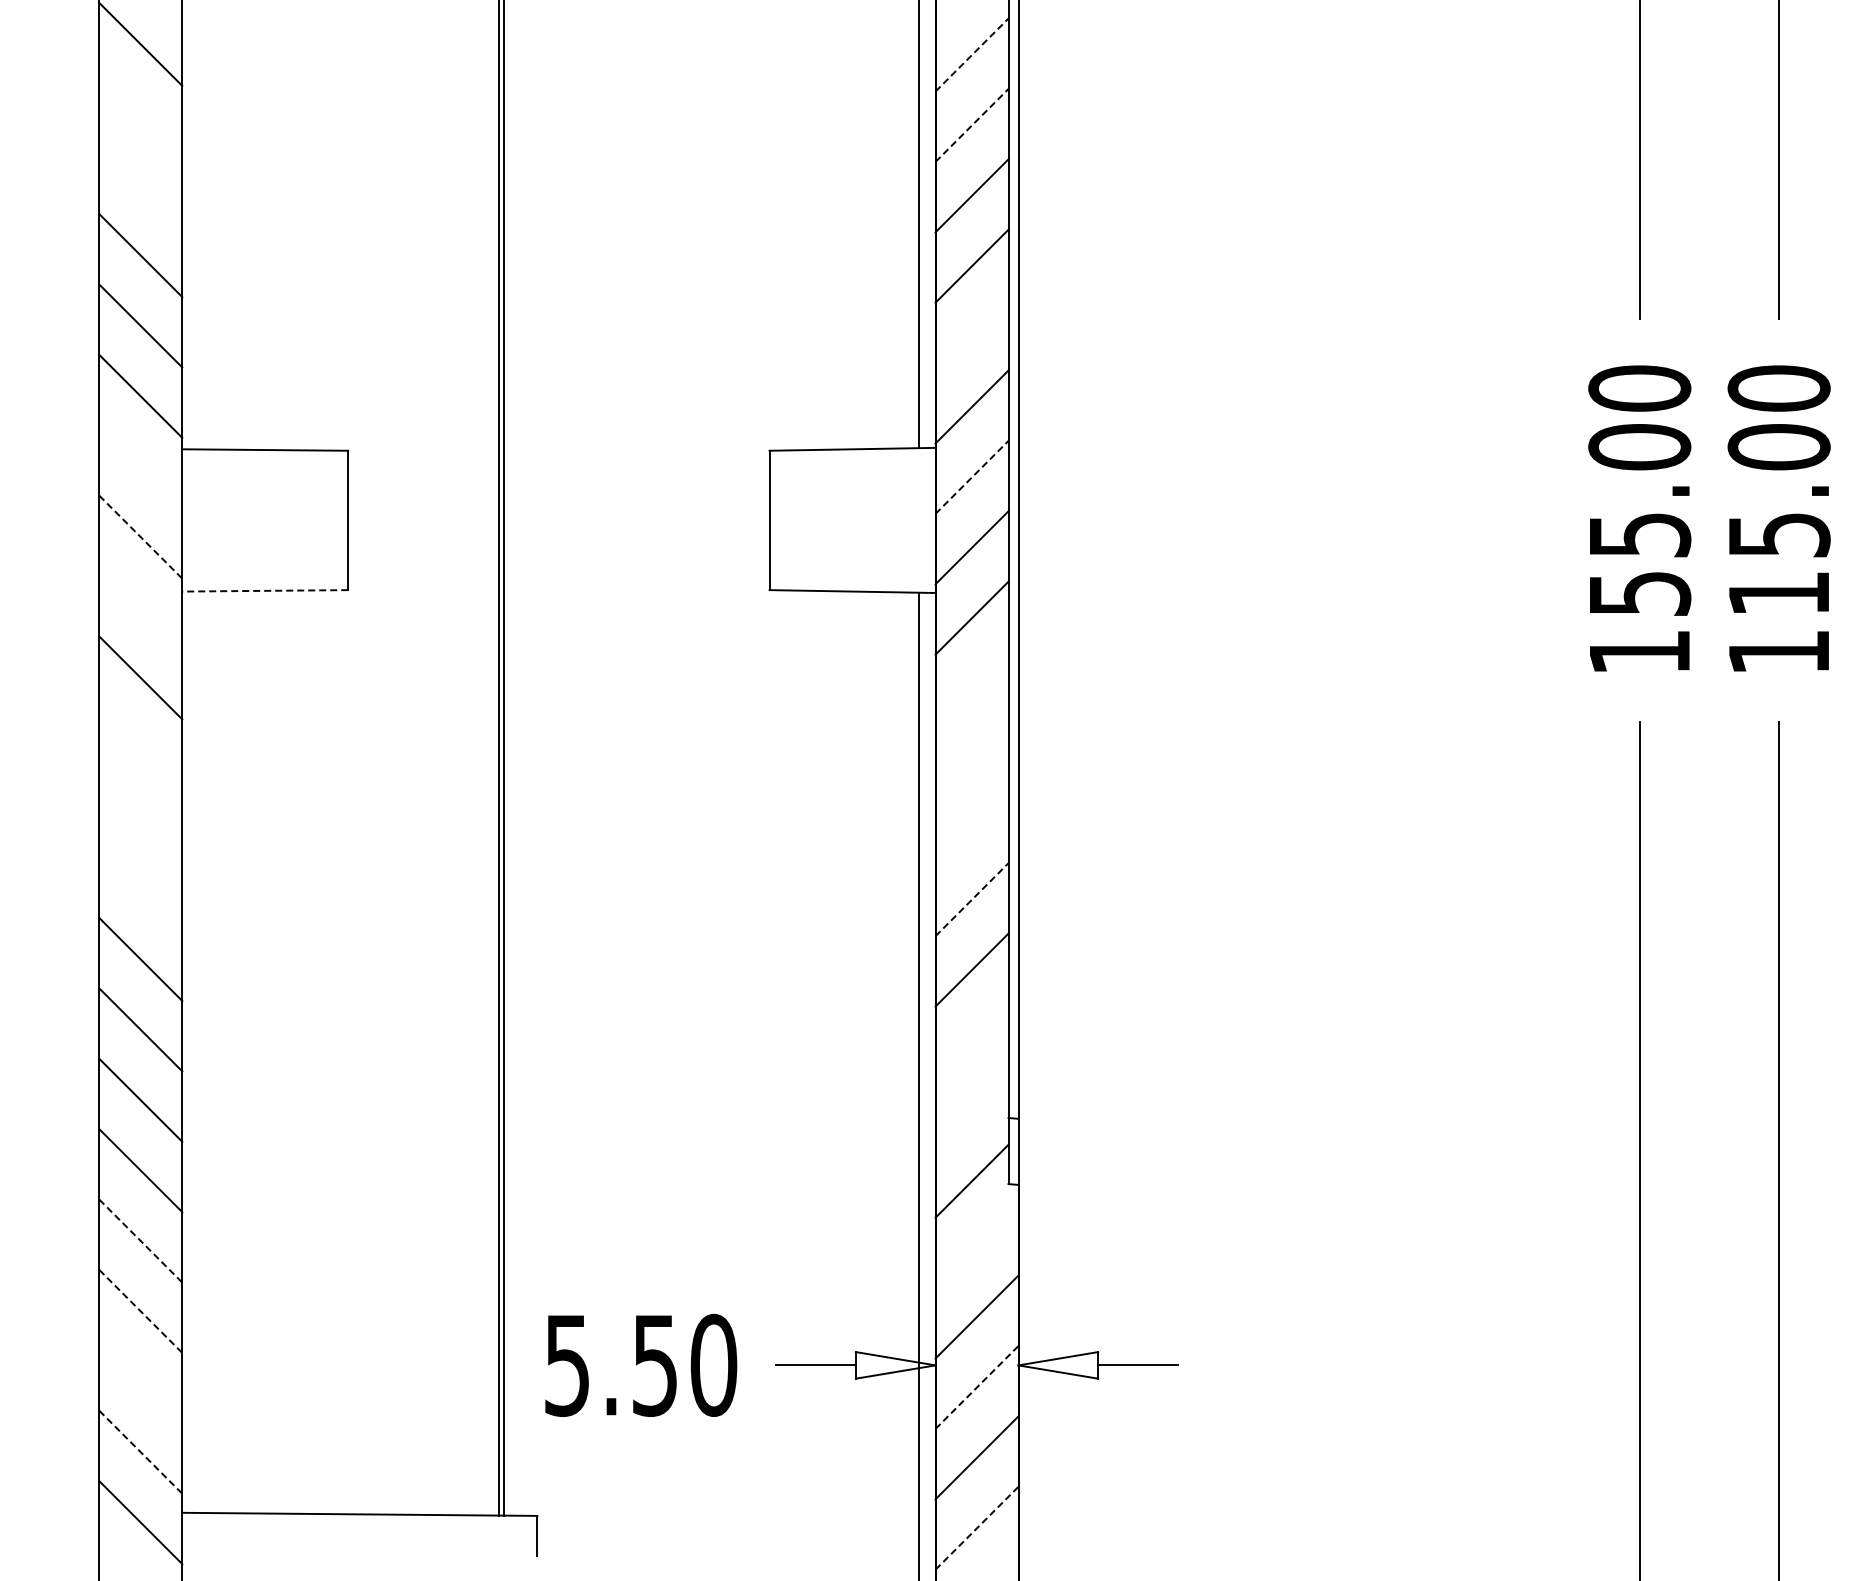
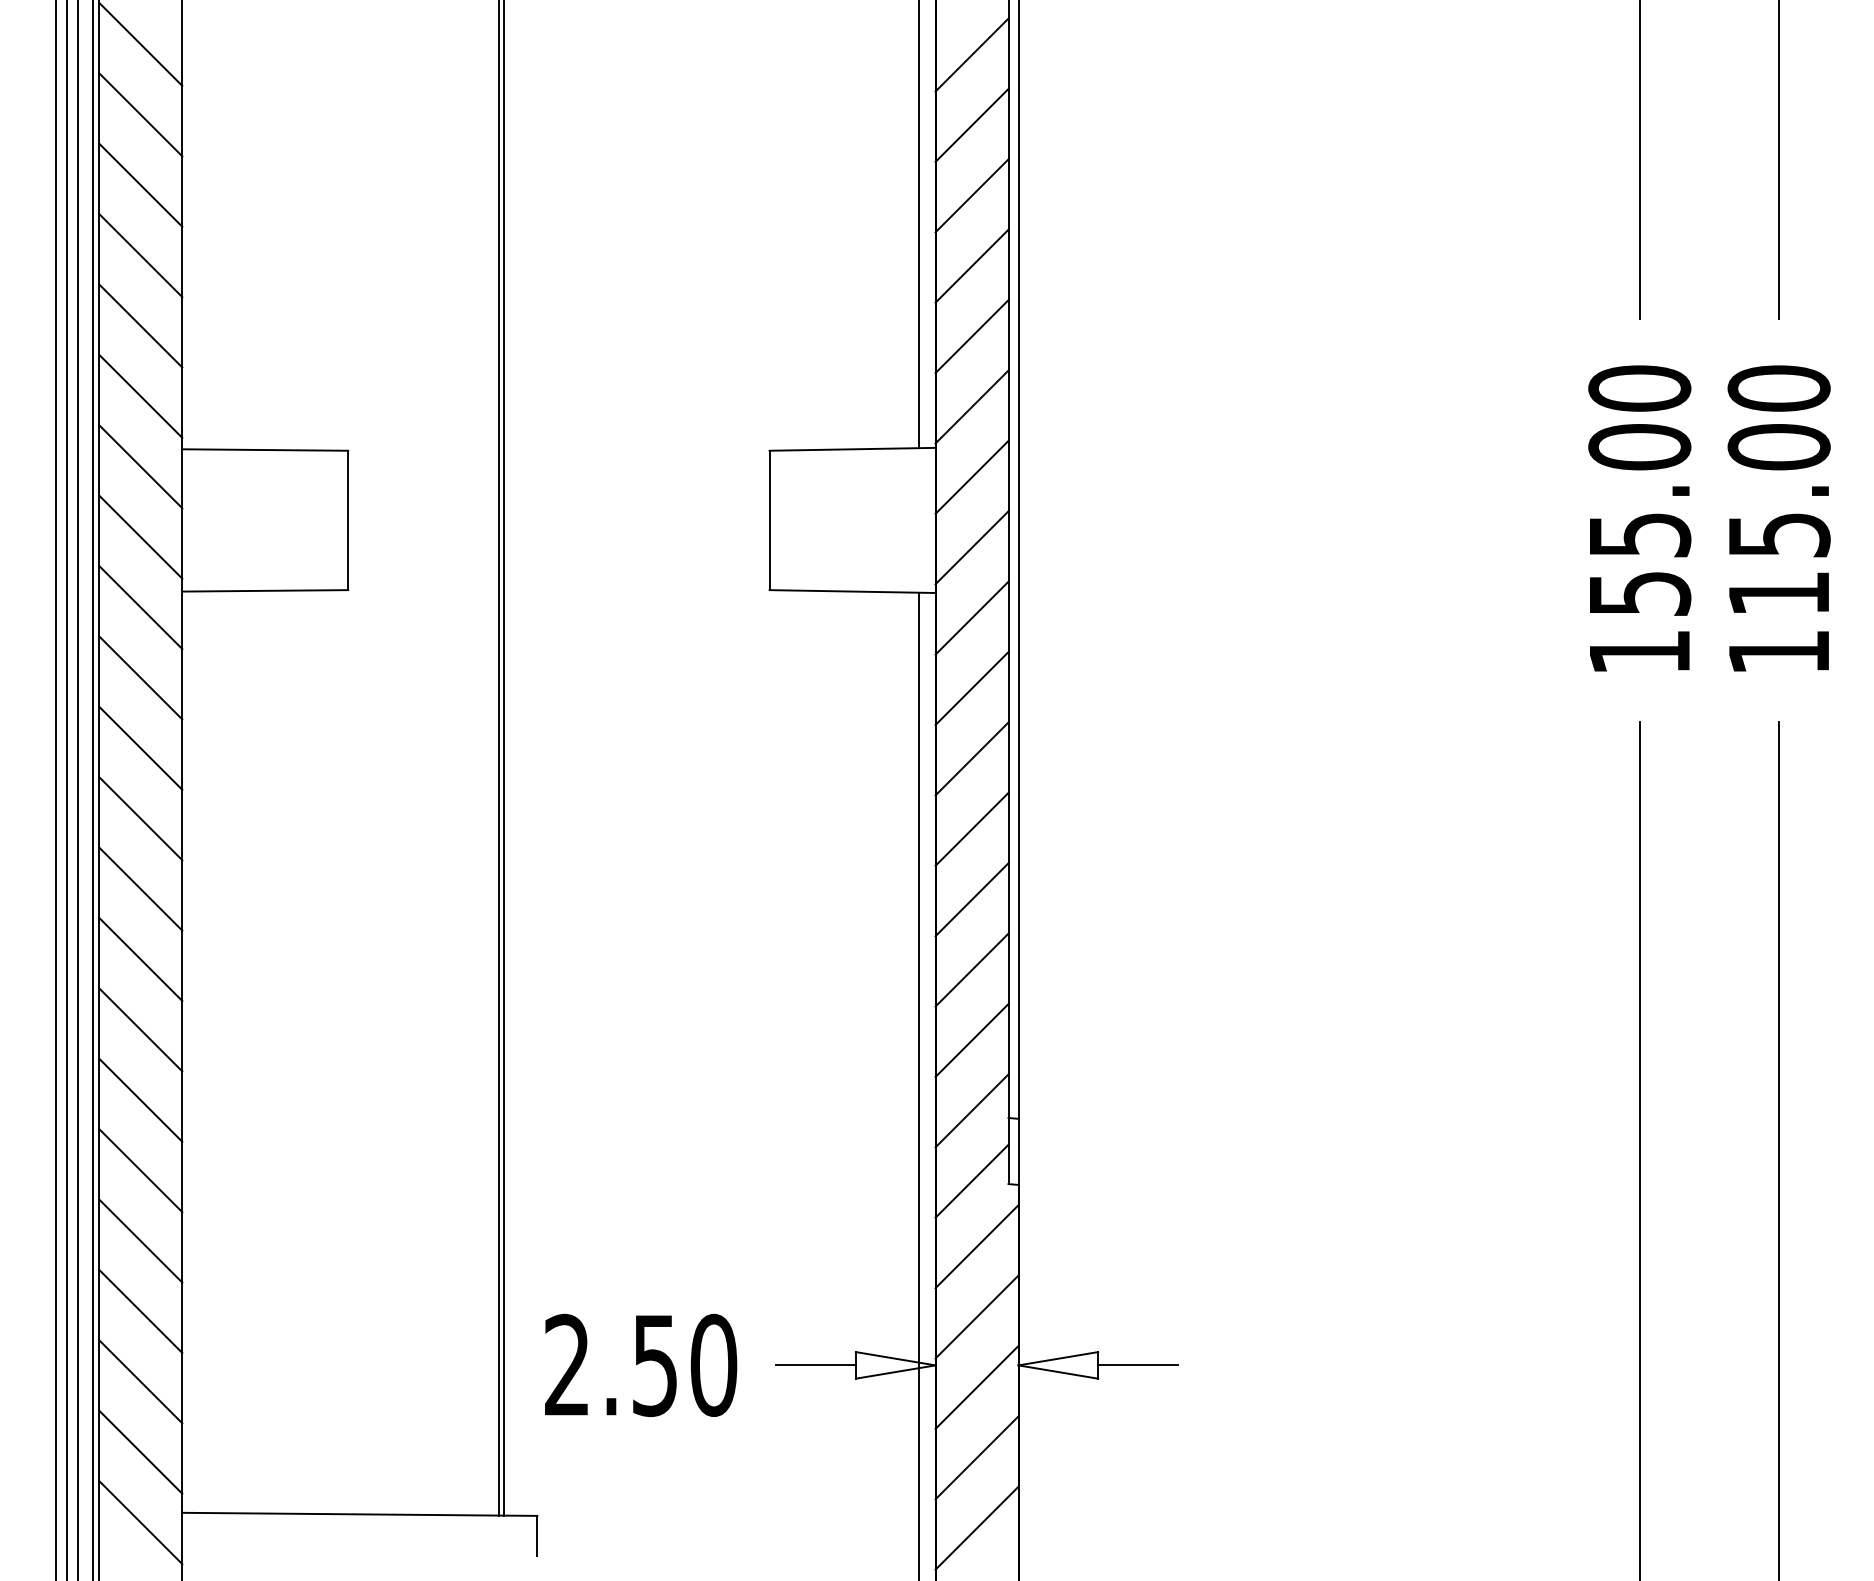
line at (972, 55): dashed -> solid
line at (140, 114): none -> present
line at (972, 125): dashed -> solid
line at (140, 184): none -> present
line at (971, 336): none -> present
line at (140, 466): none -> present
line at (972, 477): dashed -> solid
line at (140, 537): dashed -> solid
line at (265, 590): dashed -> solid
line at (140, 607): none -> present
line at (971, 688): none -> present
line at (140, 747): none -> present
line at (971, 758): none -> present
line at (56, 789): none -> present
line at (66, 789): none -> present
line at (78, 789): none -> present
line at (93, 789): none -> present
line at (140, 818): none -> present
line at (971, 828): none -> present
line at (140, 888): none -> present
line at (972, 899): dashed -> solid
line at (971, 1040): none -> present
line at (971, 1110): none -> present
line at (140, 1241): dashed -> solid
line at (976, 1246): none -> present
line at (140, 1311): dashed -> solid
text at (566, 1364): 5.50 -> 2.50
line at (140, 1381): none -> present
line at (977, 1387): dashed -> solid
line at (140, 1452): dashed -> solid
line at (977, 1528): dashed -> solid
